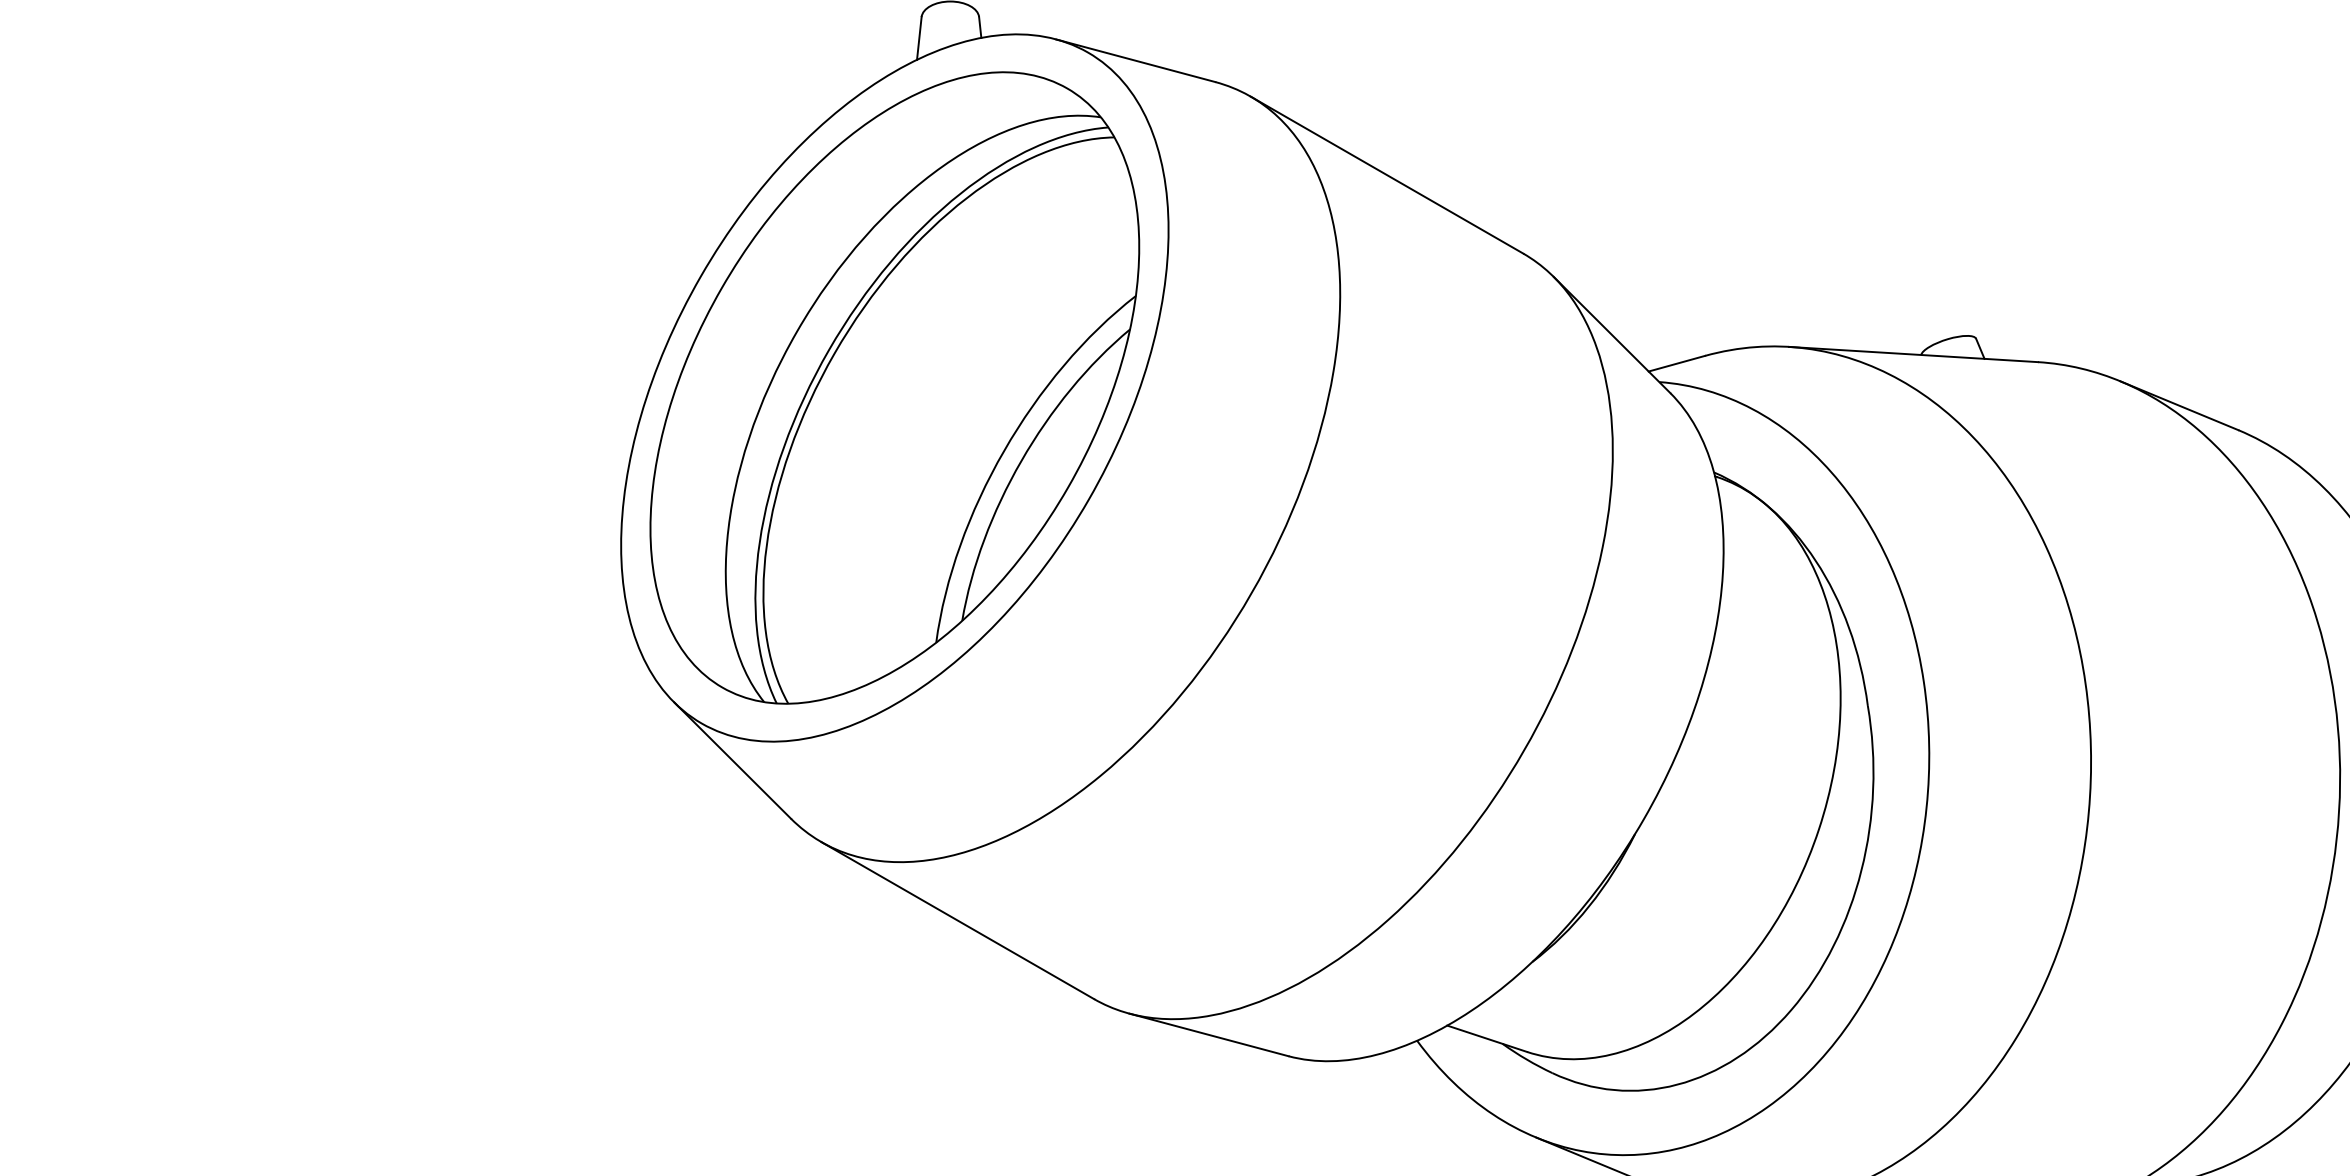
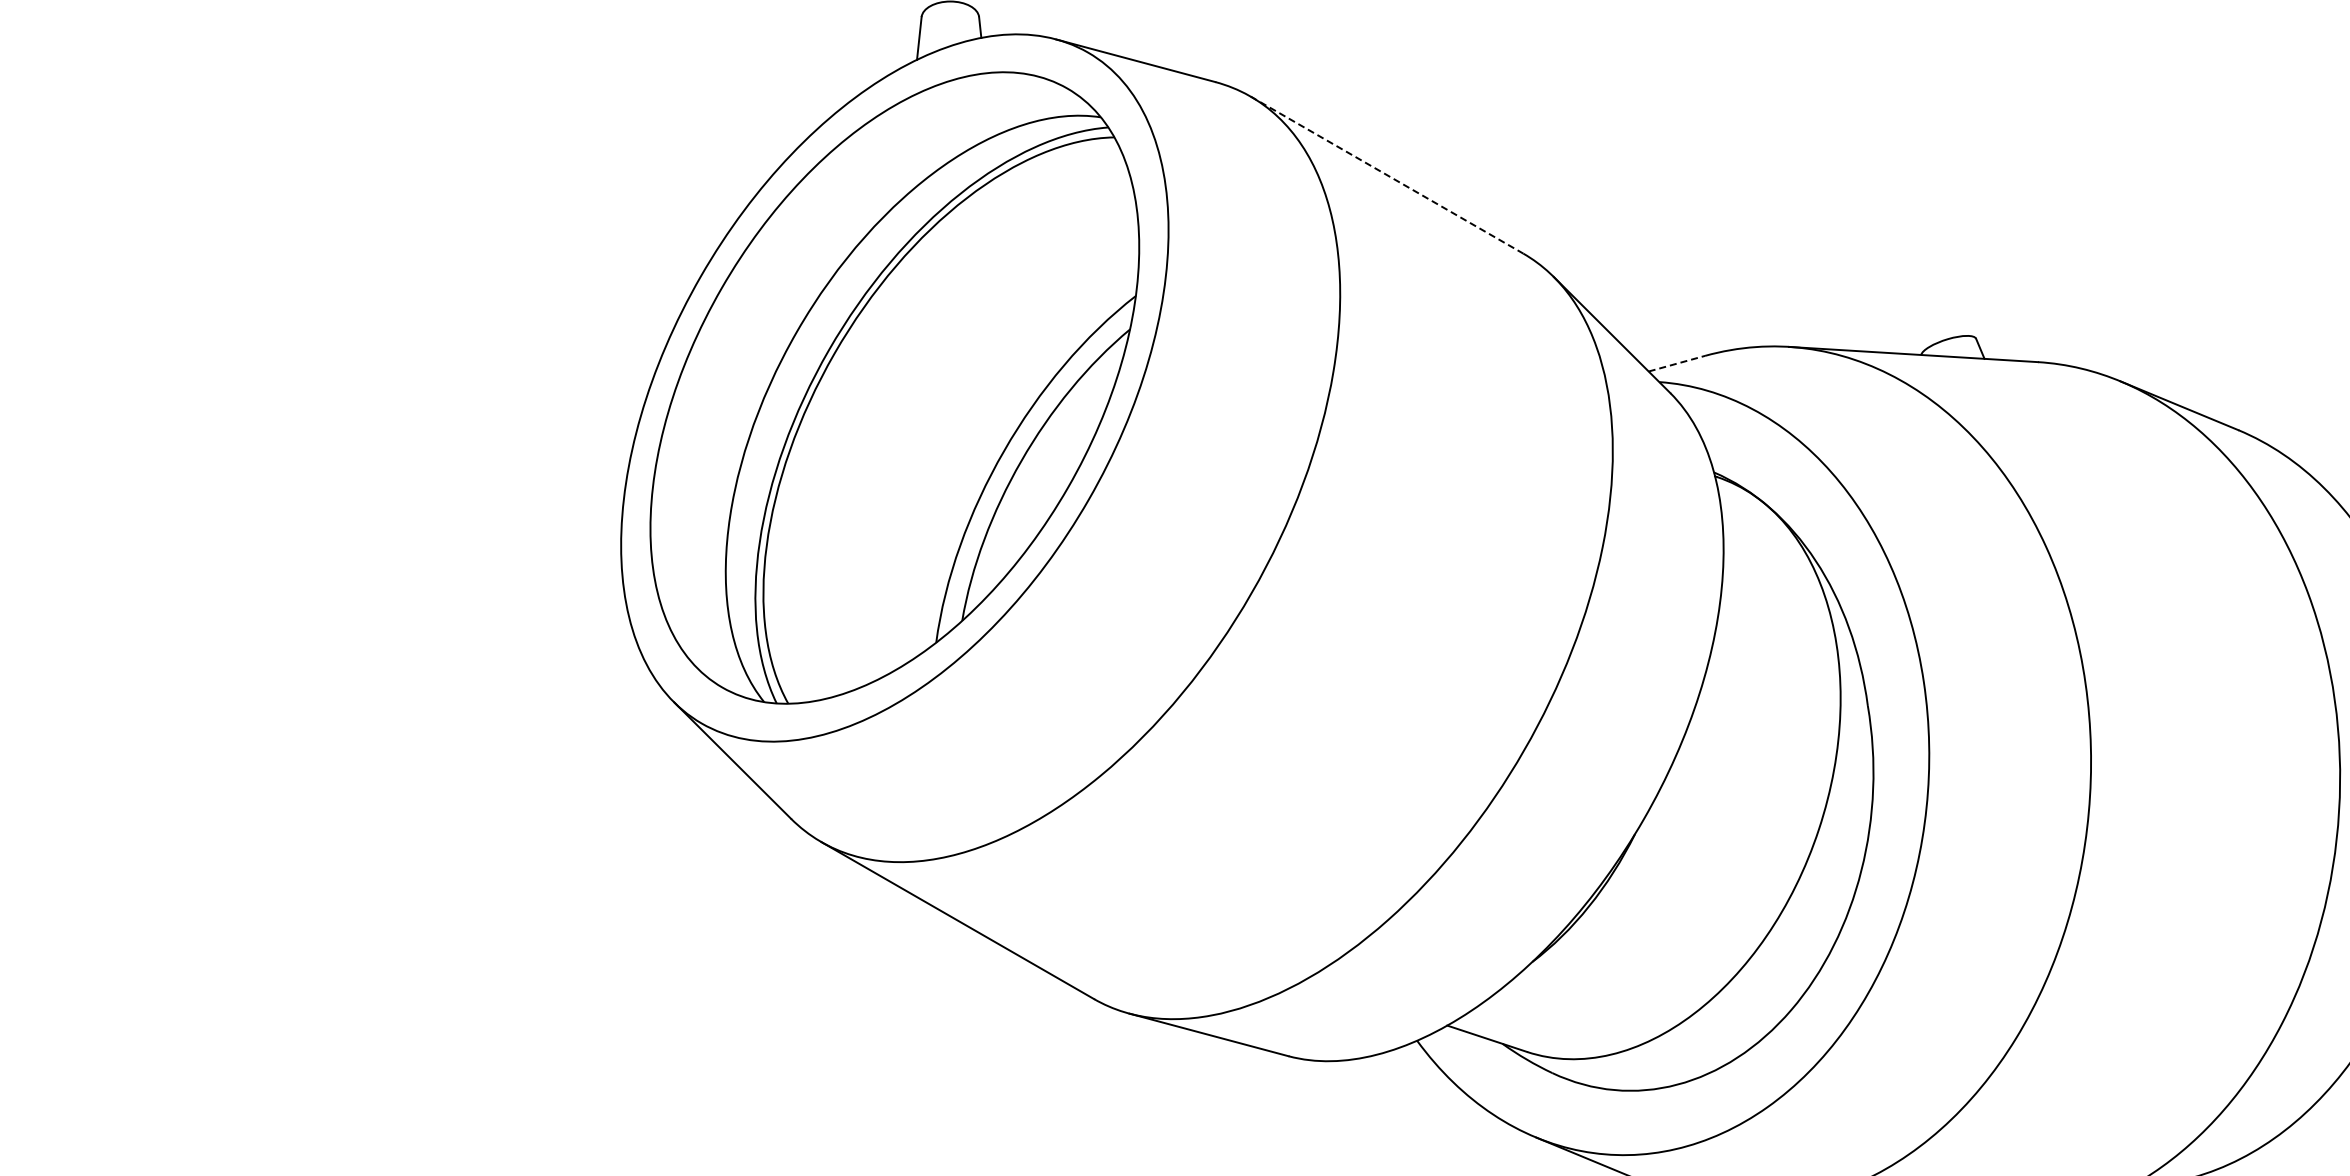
line at (1387, 175): solid -> dashed
line at (1677, 363): solid -> dashed
